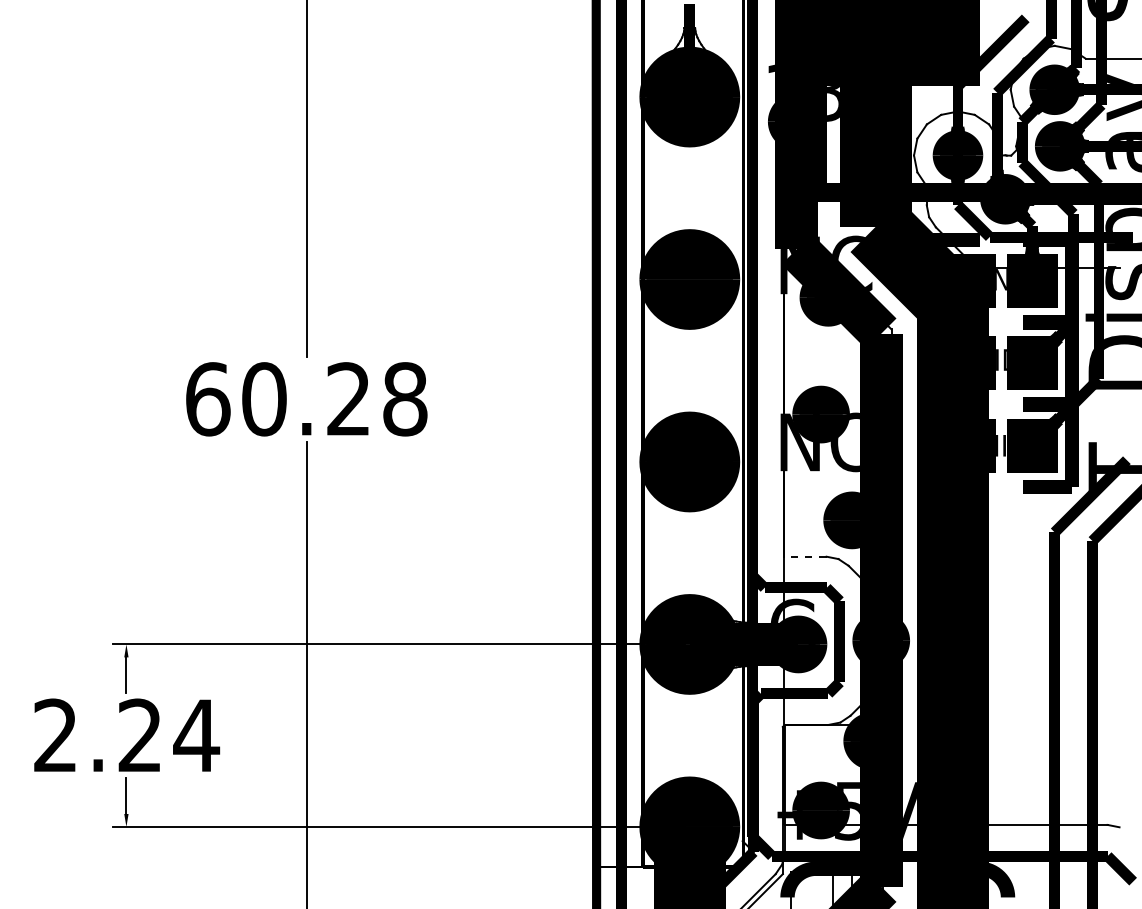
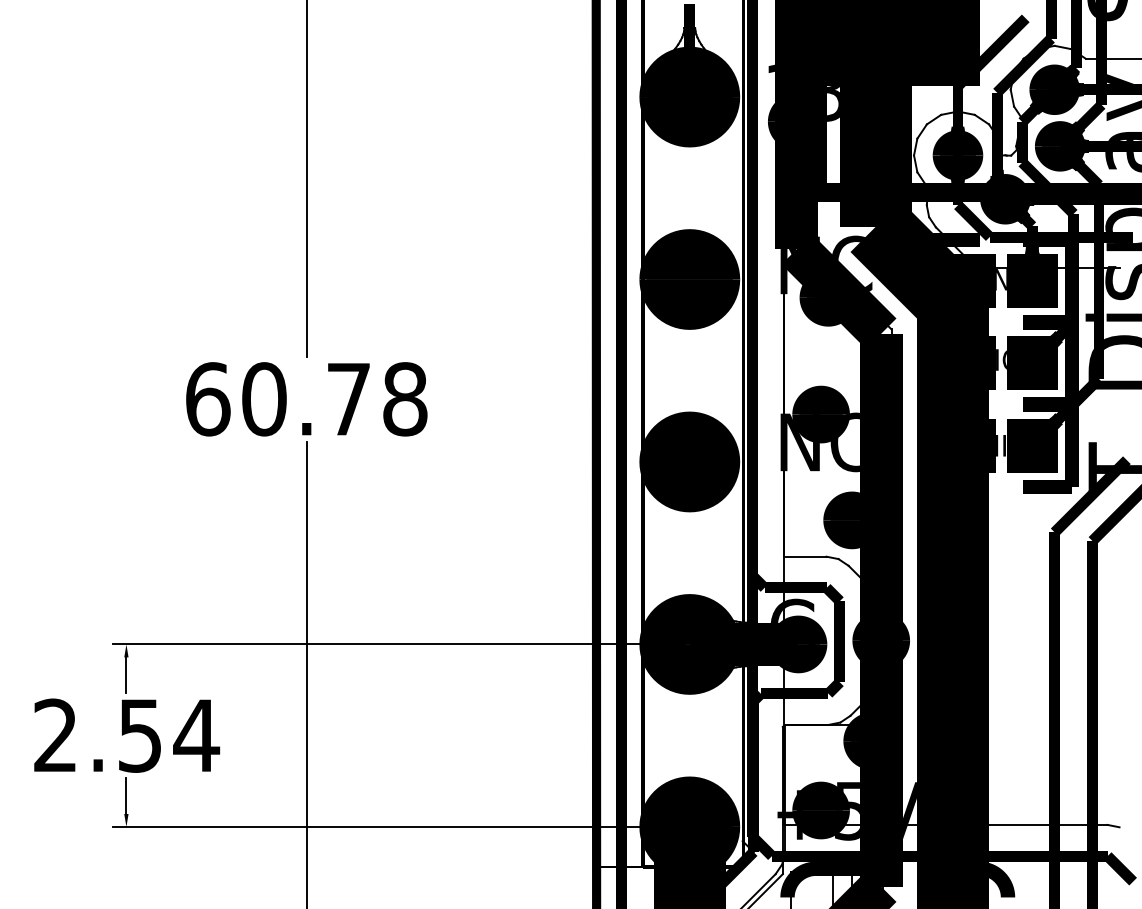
text at (1004, 359): RIID -> RIIC
text at (348, 398): 60.28 -> 60.78
line at (804, 556): dashed -> solid
text at (139, 735): 2.24 -> 2.54
